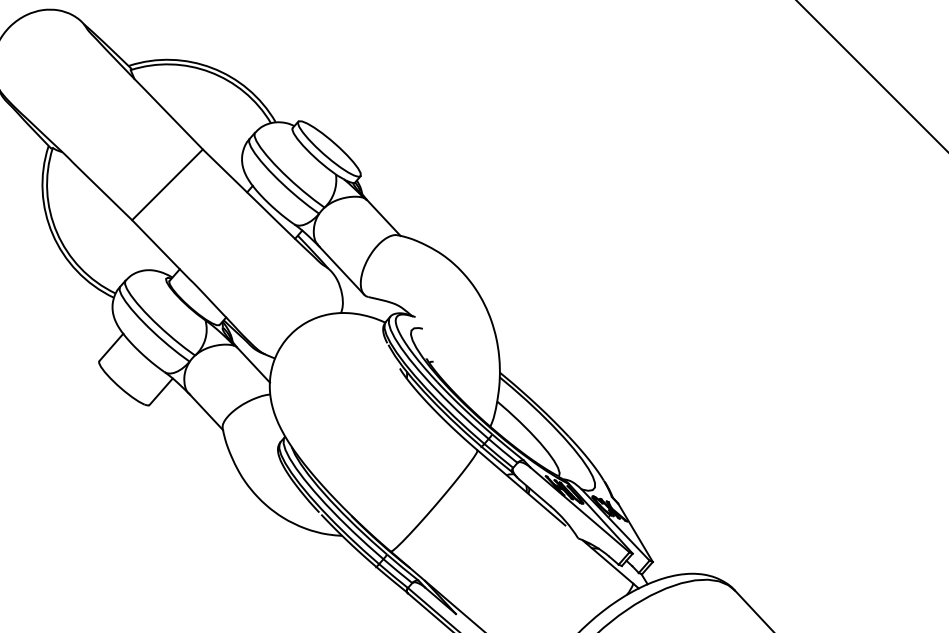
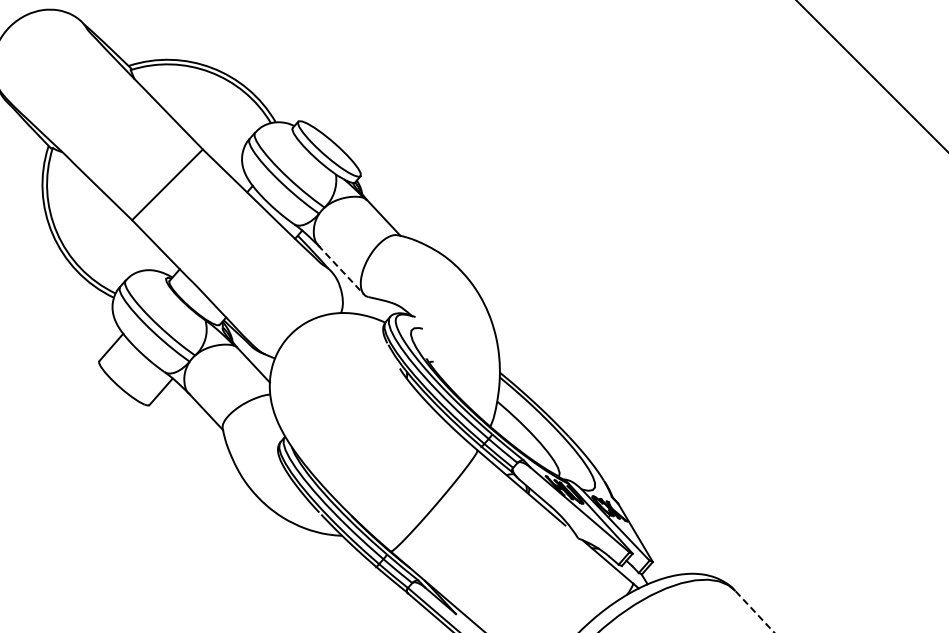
line at (341, 269): solid -> dashed
line at (754, 611): solid -> dashed
